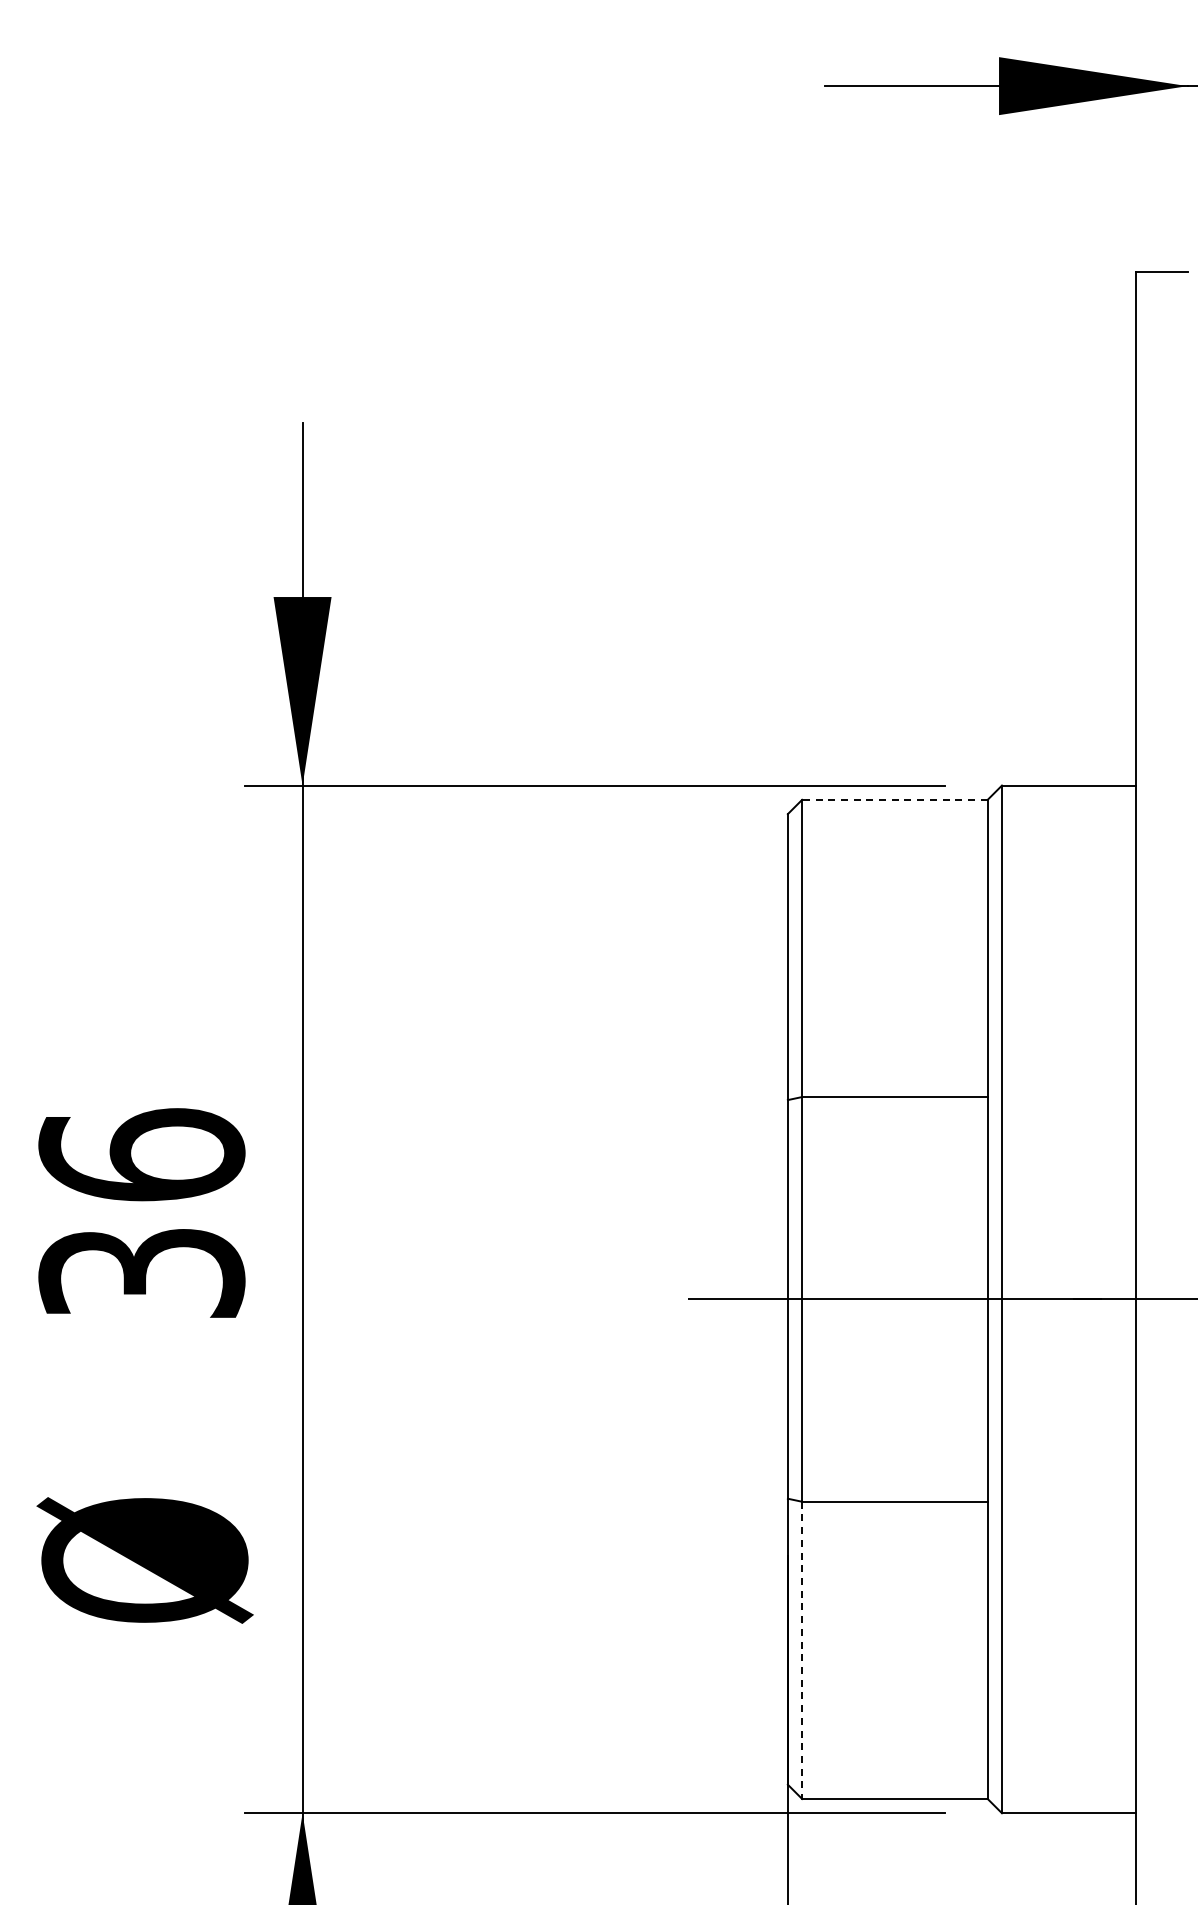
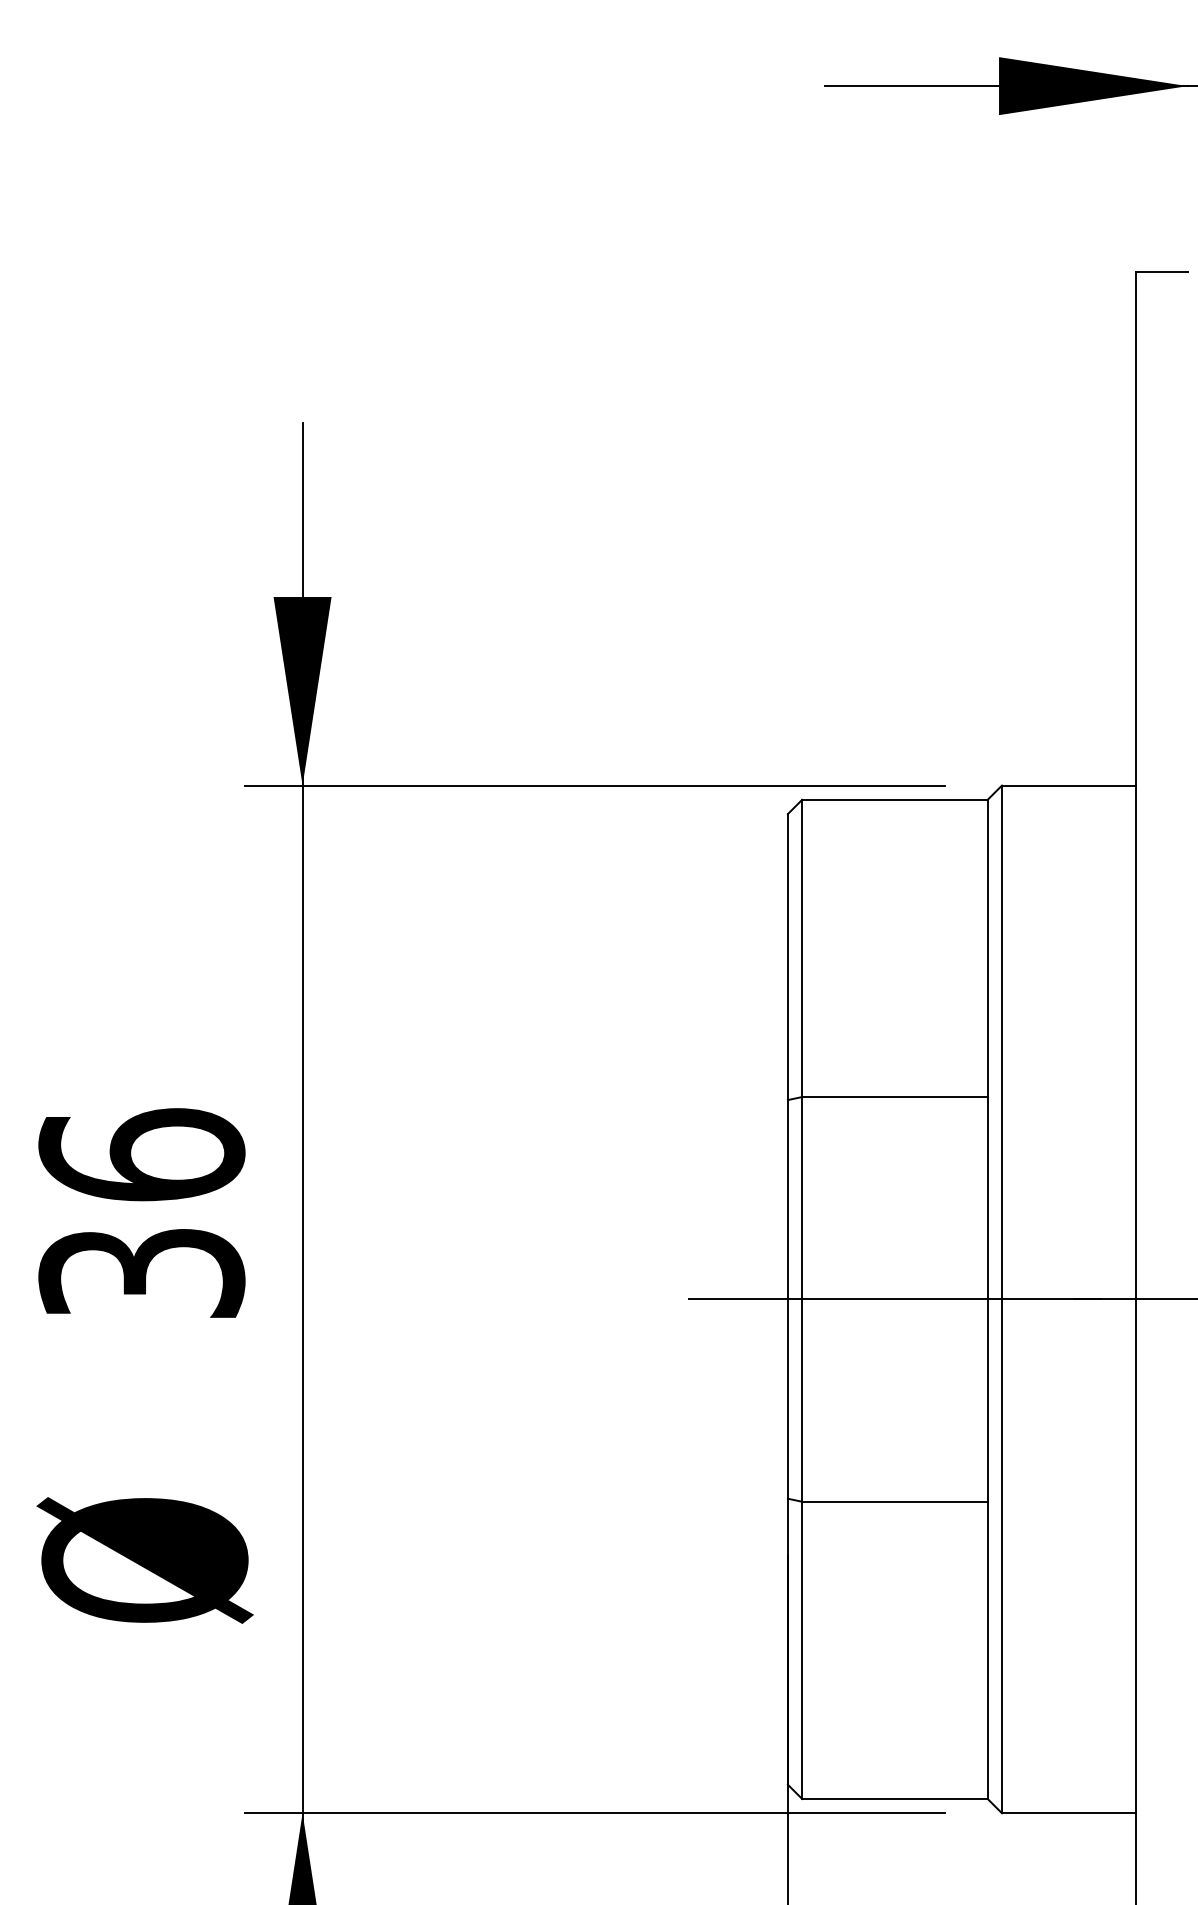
line at (894, 799): dashed -> solid
line at (802, 1650): dashed -> solid
